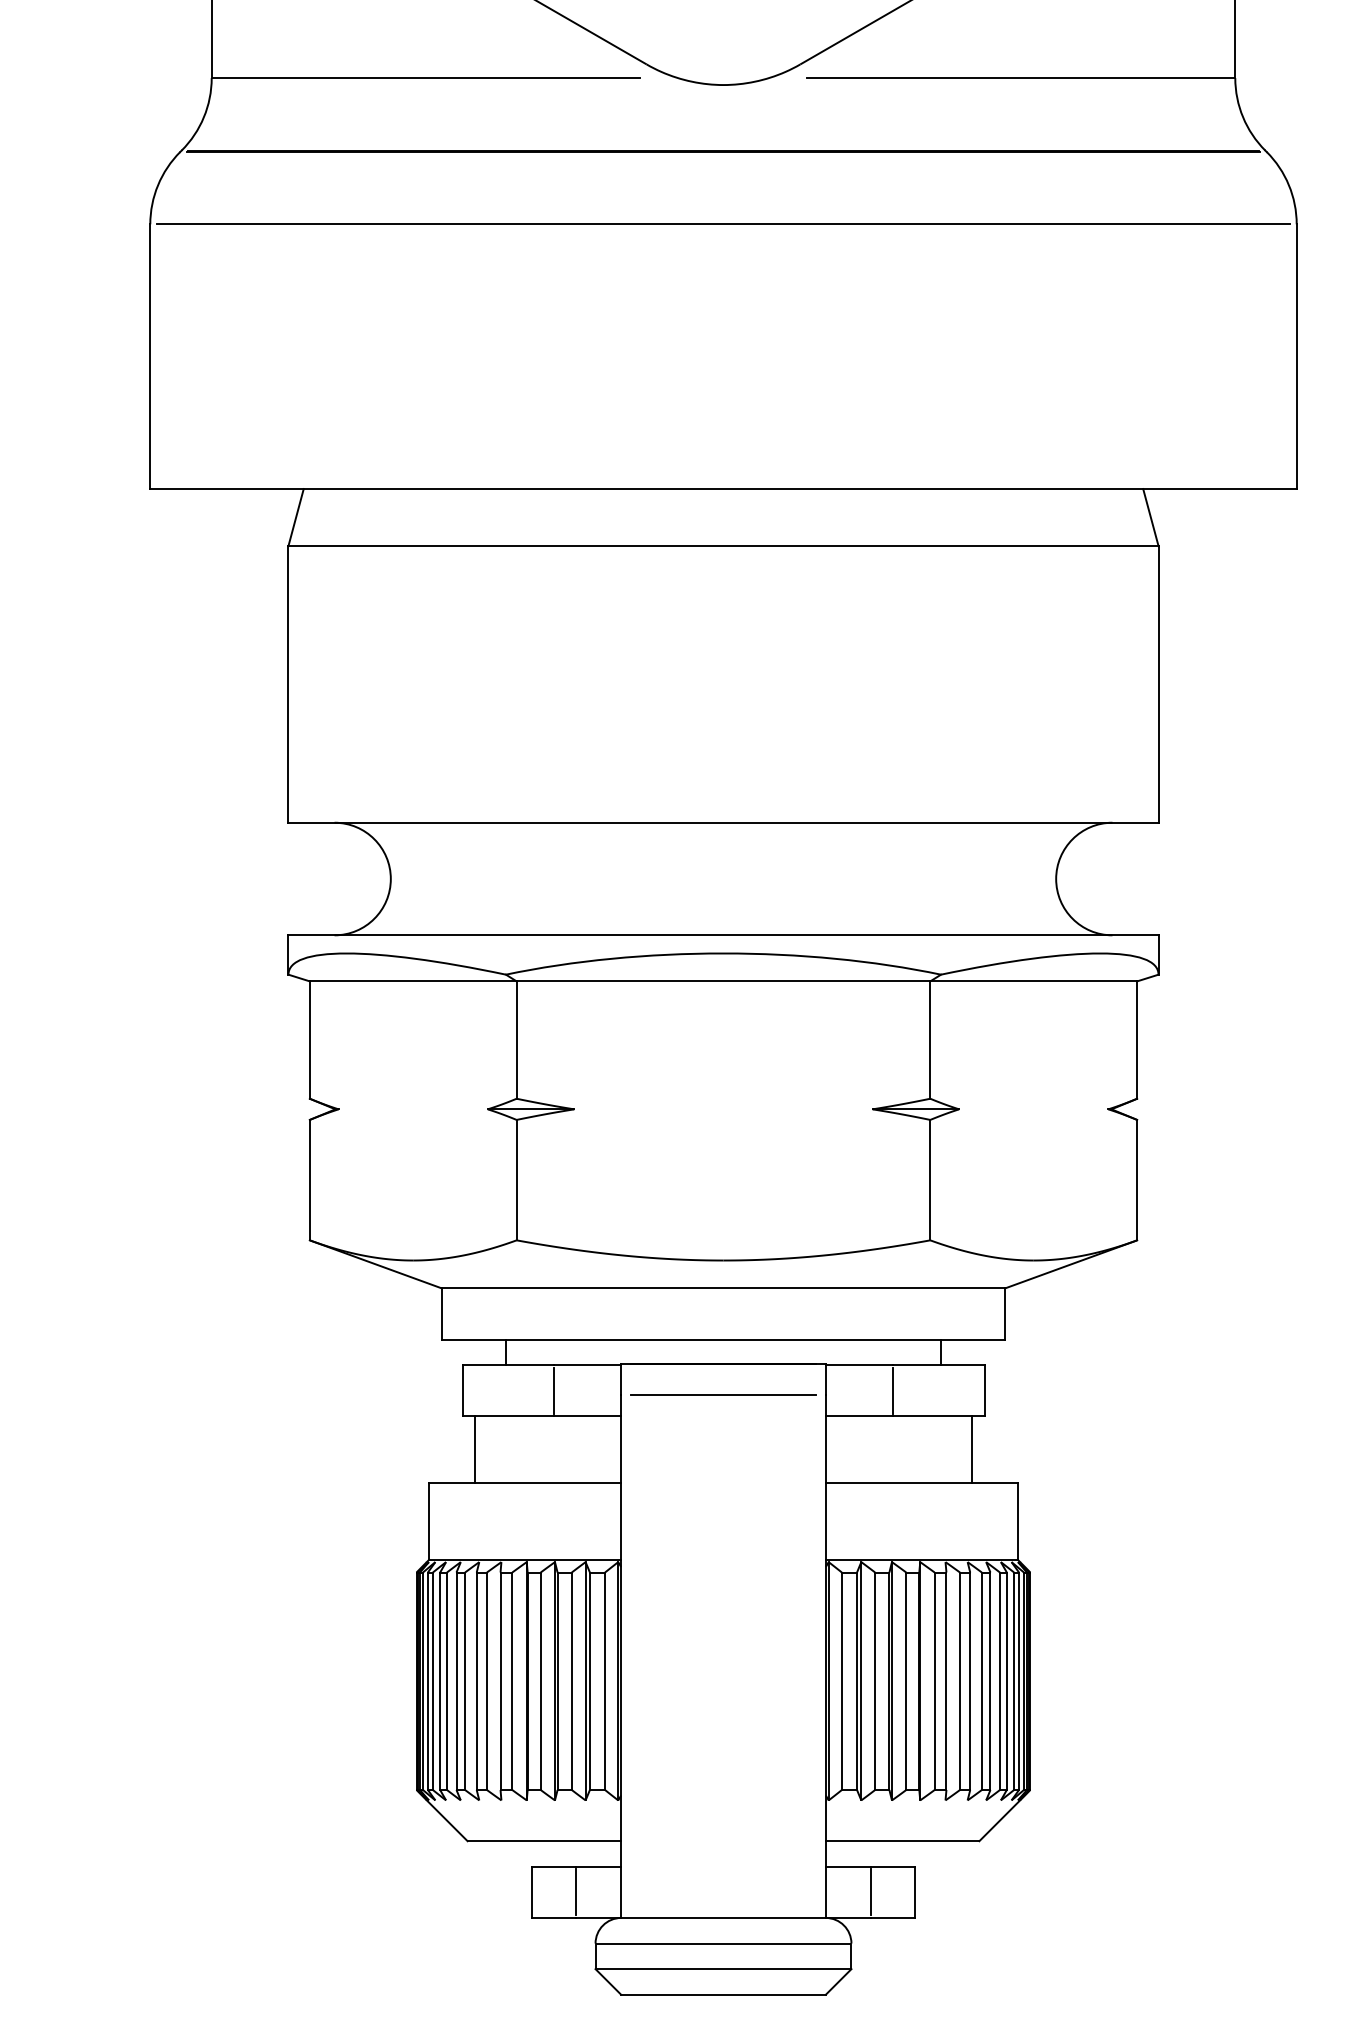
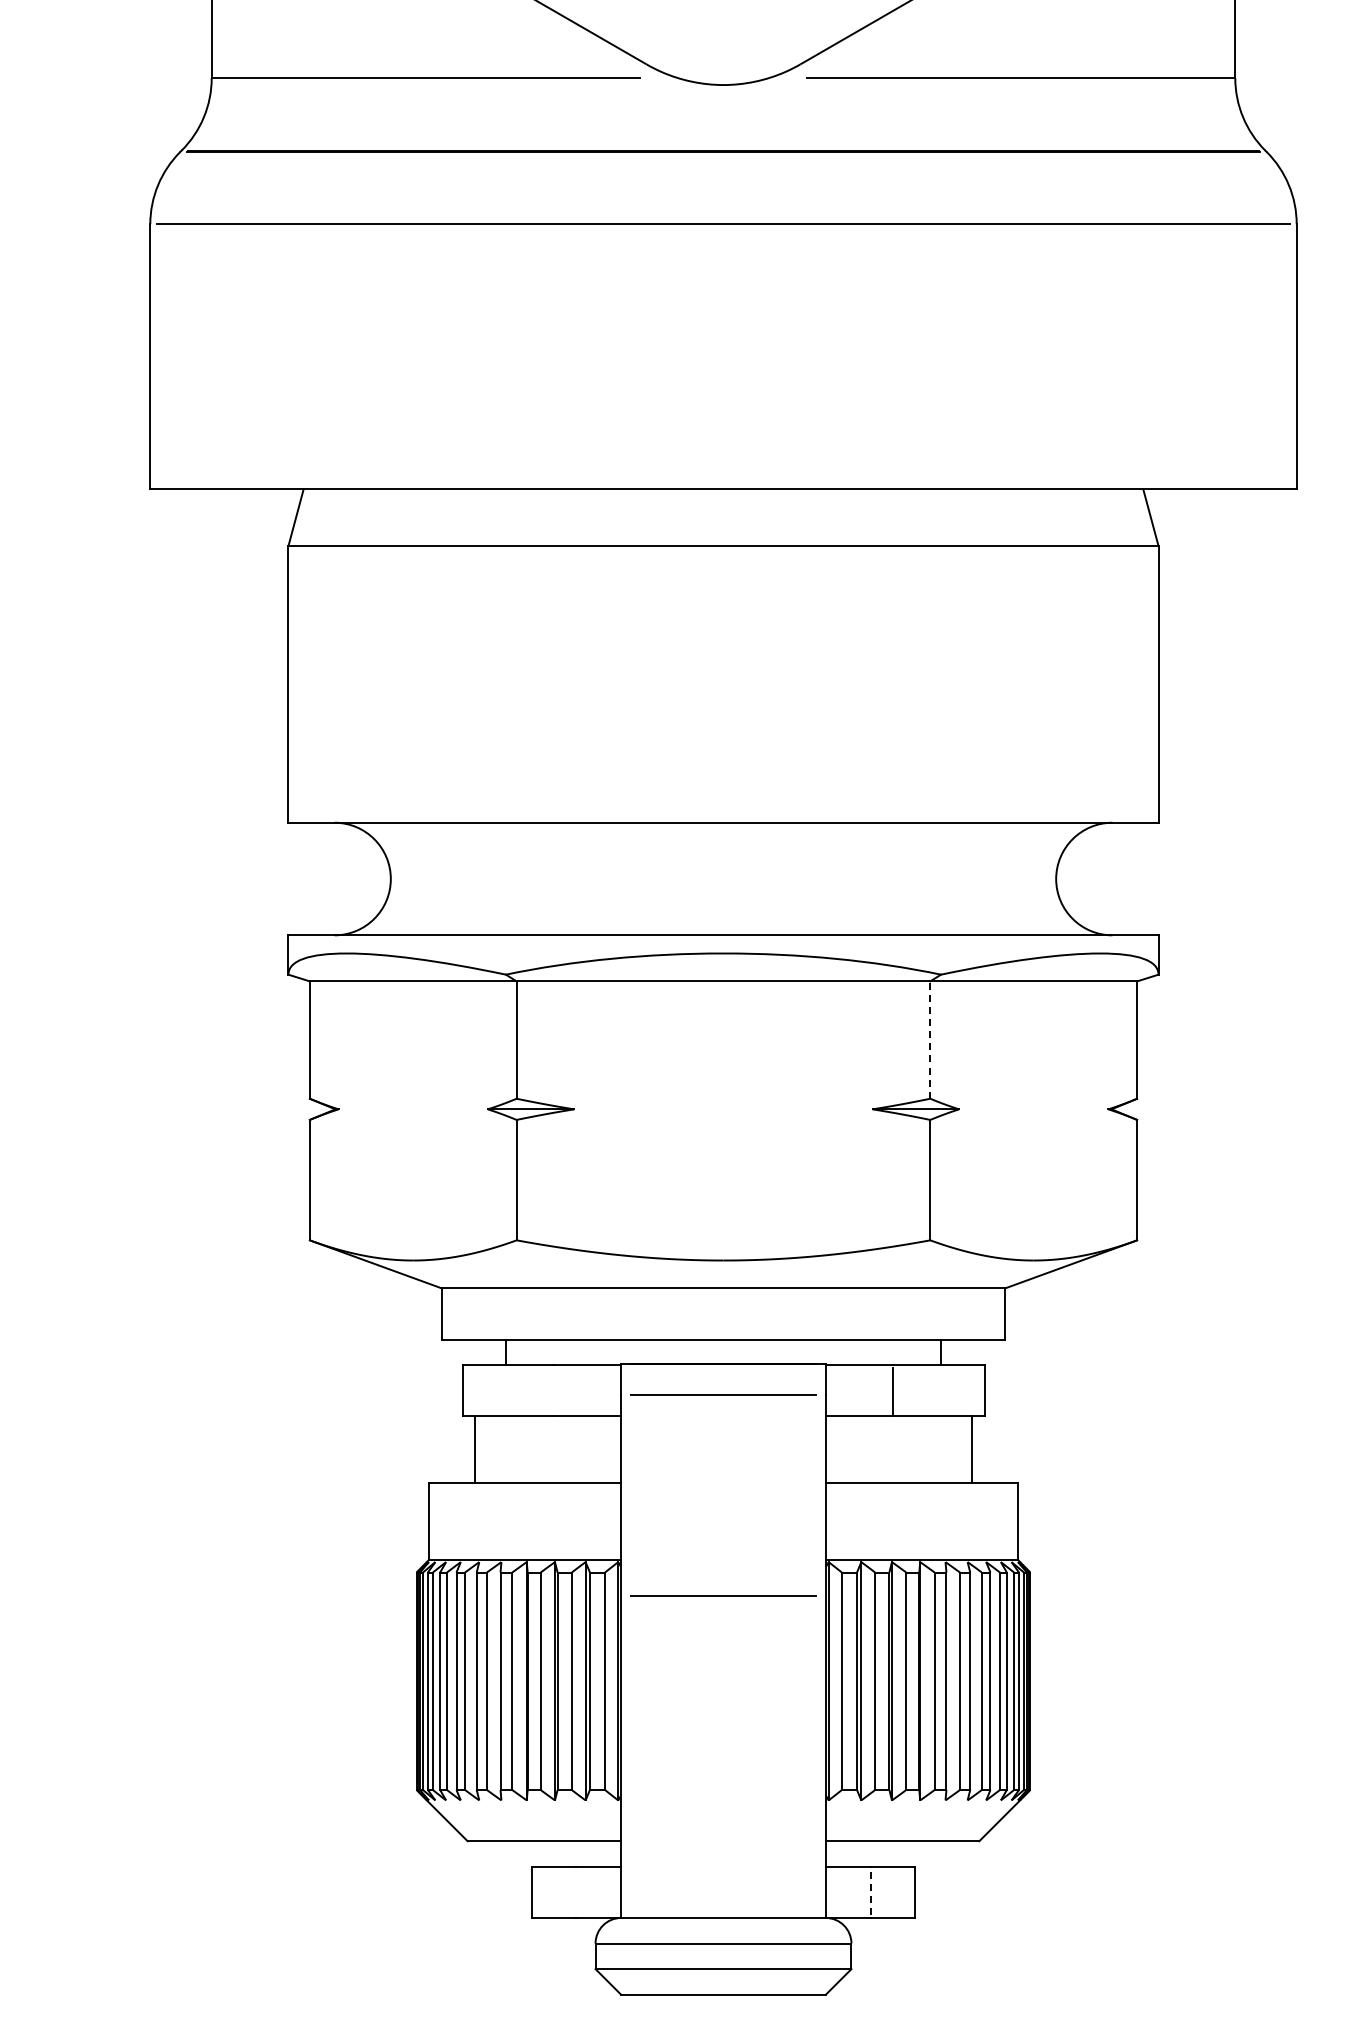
line at (930, 1040): solid -> dashed
line at (553, 1390): present -> none
line at (723, 1595): none -> present
line at (870, 1891): solid -> dashed
line at (576, 1892): present -> none
